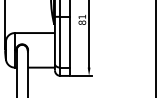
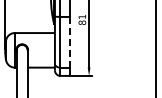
line at (70, 42): solid -> dashed
